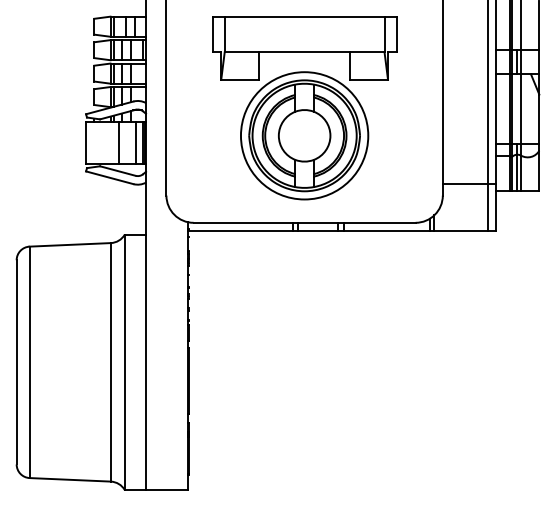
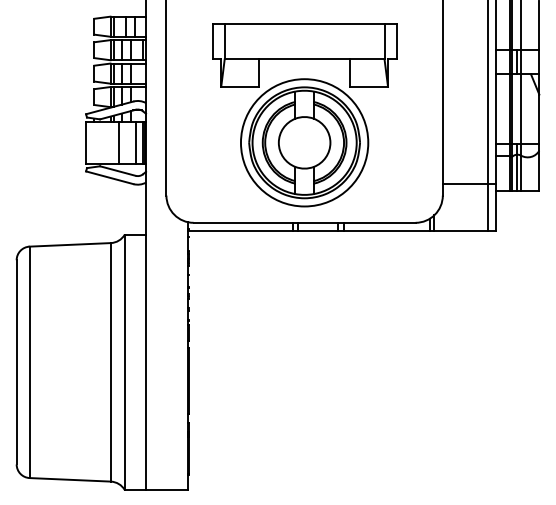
part at (304, 108) position: (304, 108) -> (304, 115)
